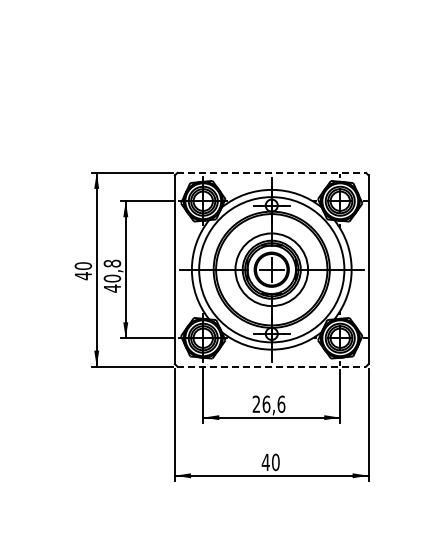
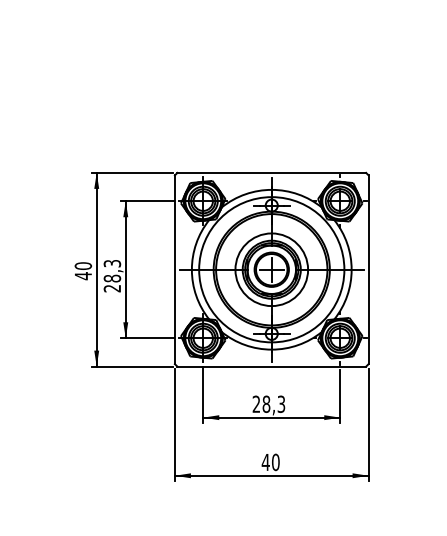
line at (272, 172): dashed -> solid
text at (111, 275): 40,8 -> 28,3
line at (272, 366): dashed -> solid
text at (273, 403): 26,6 -> 28,3
